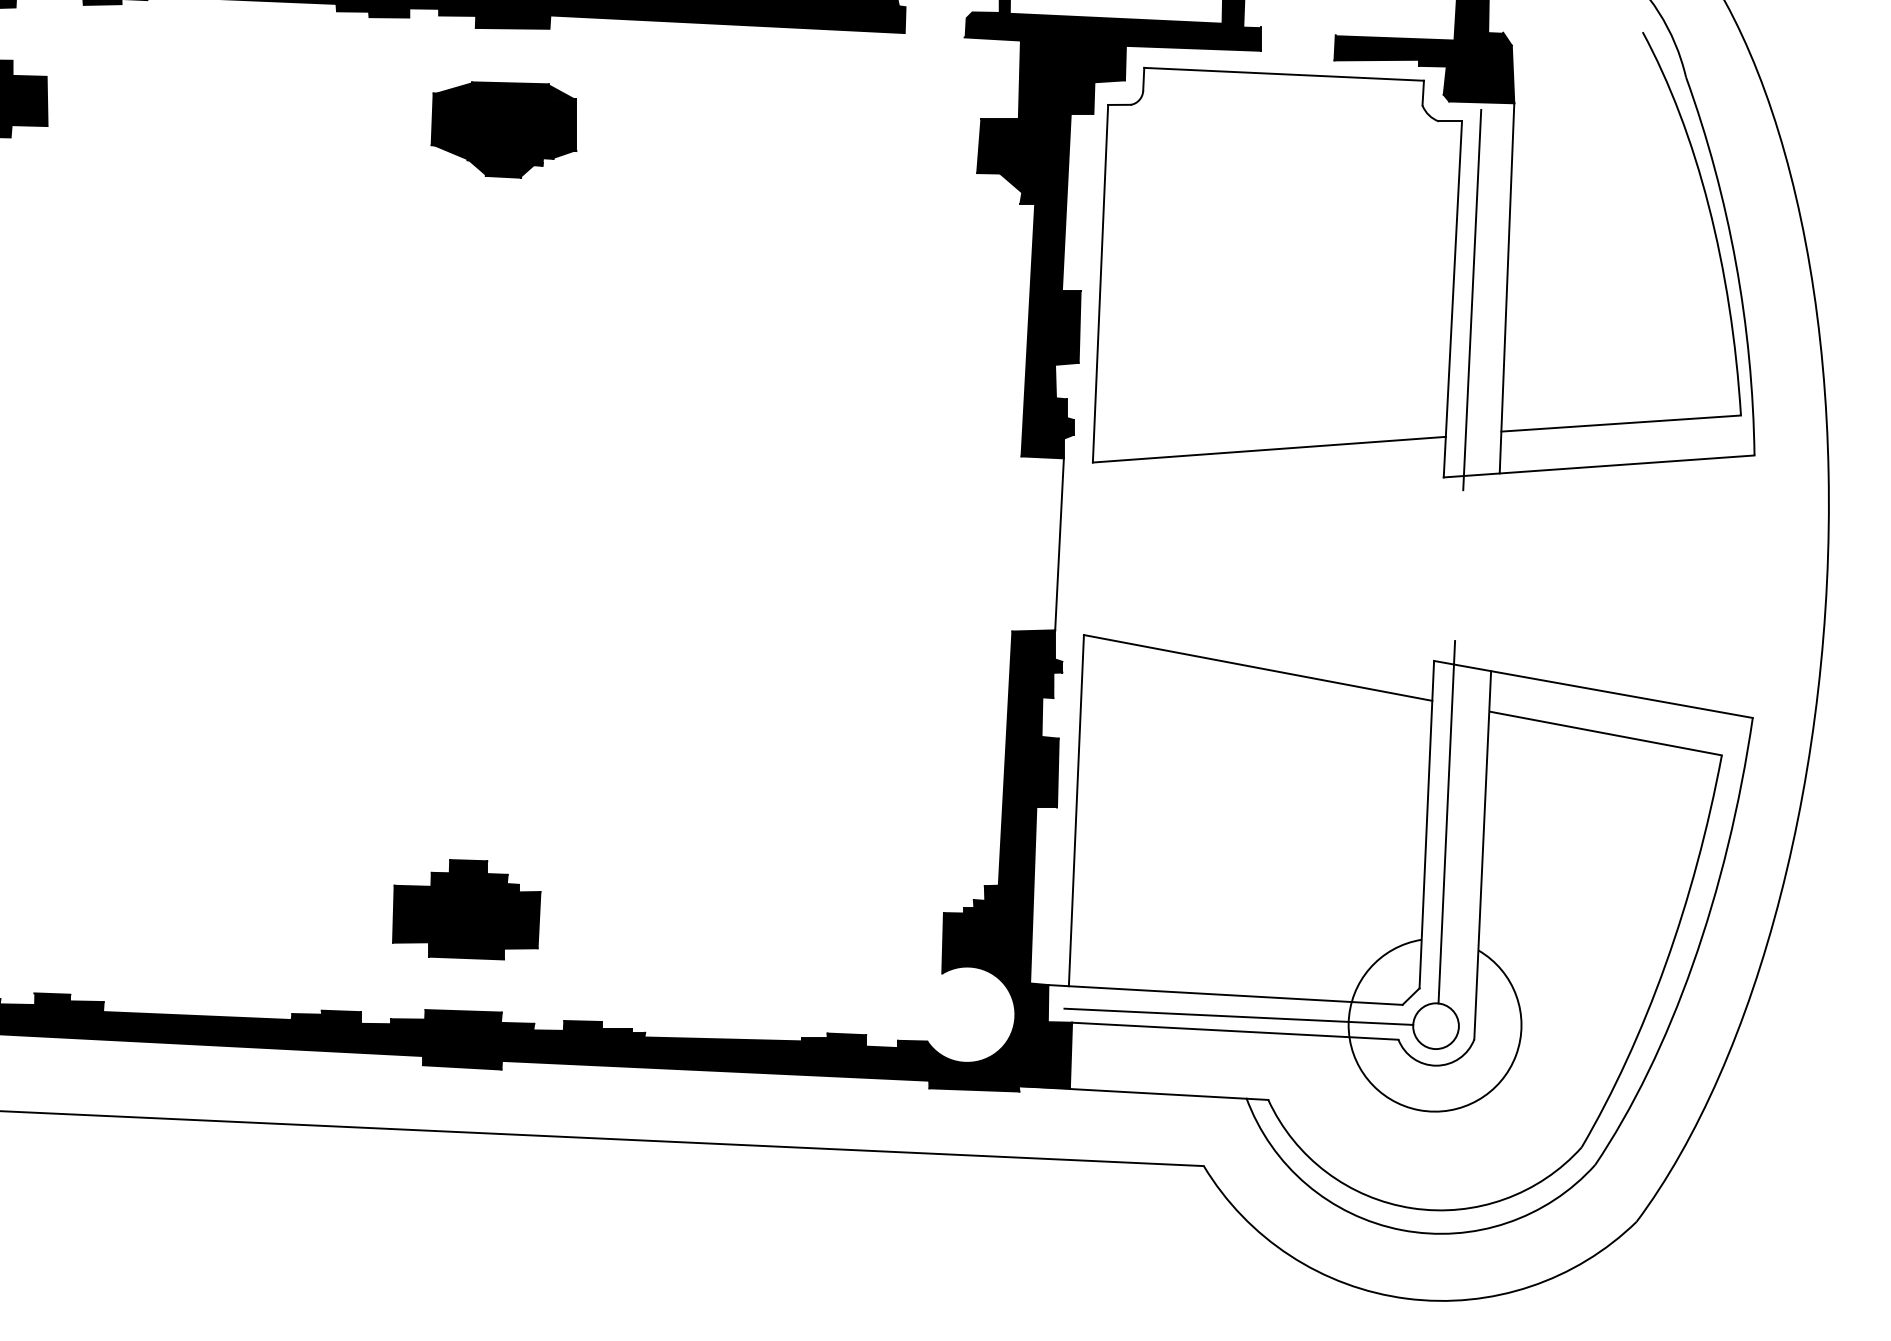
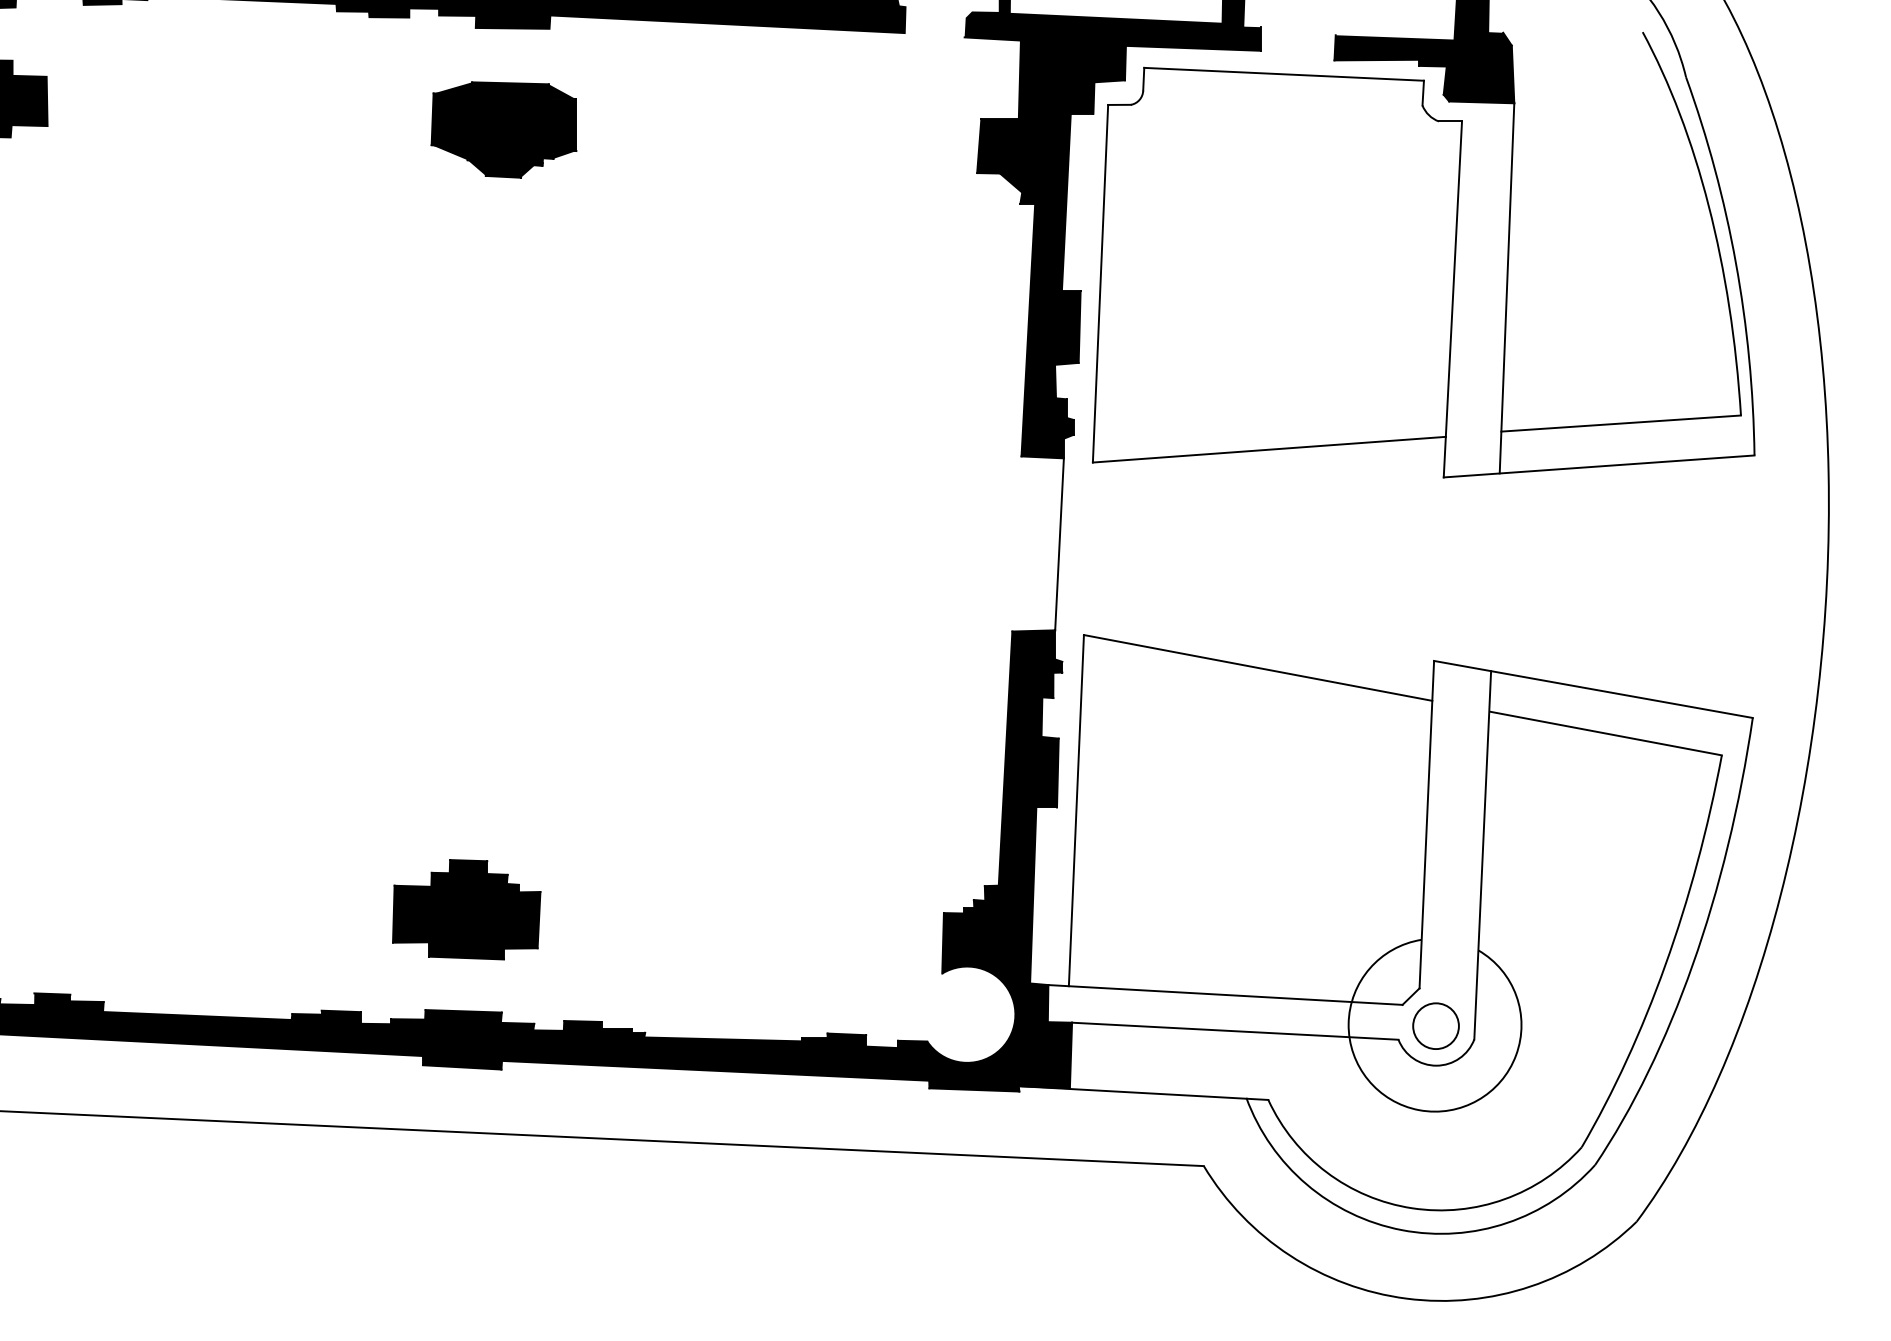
line at (1472, 299): present -> none
line at (1446, 822): present -> none
line at (1238, 1016): present -> none
